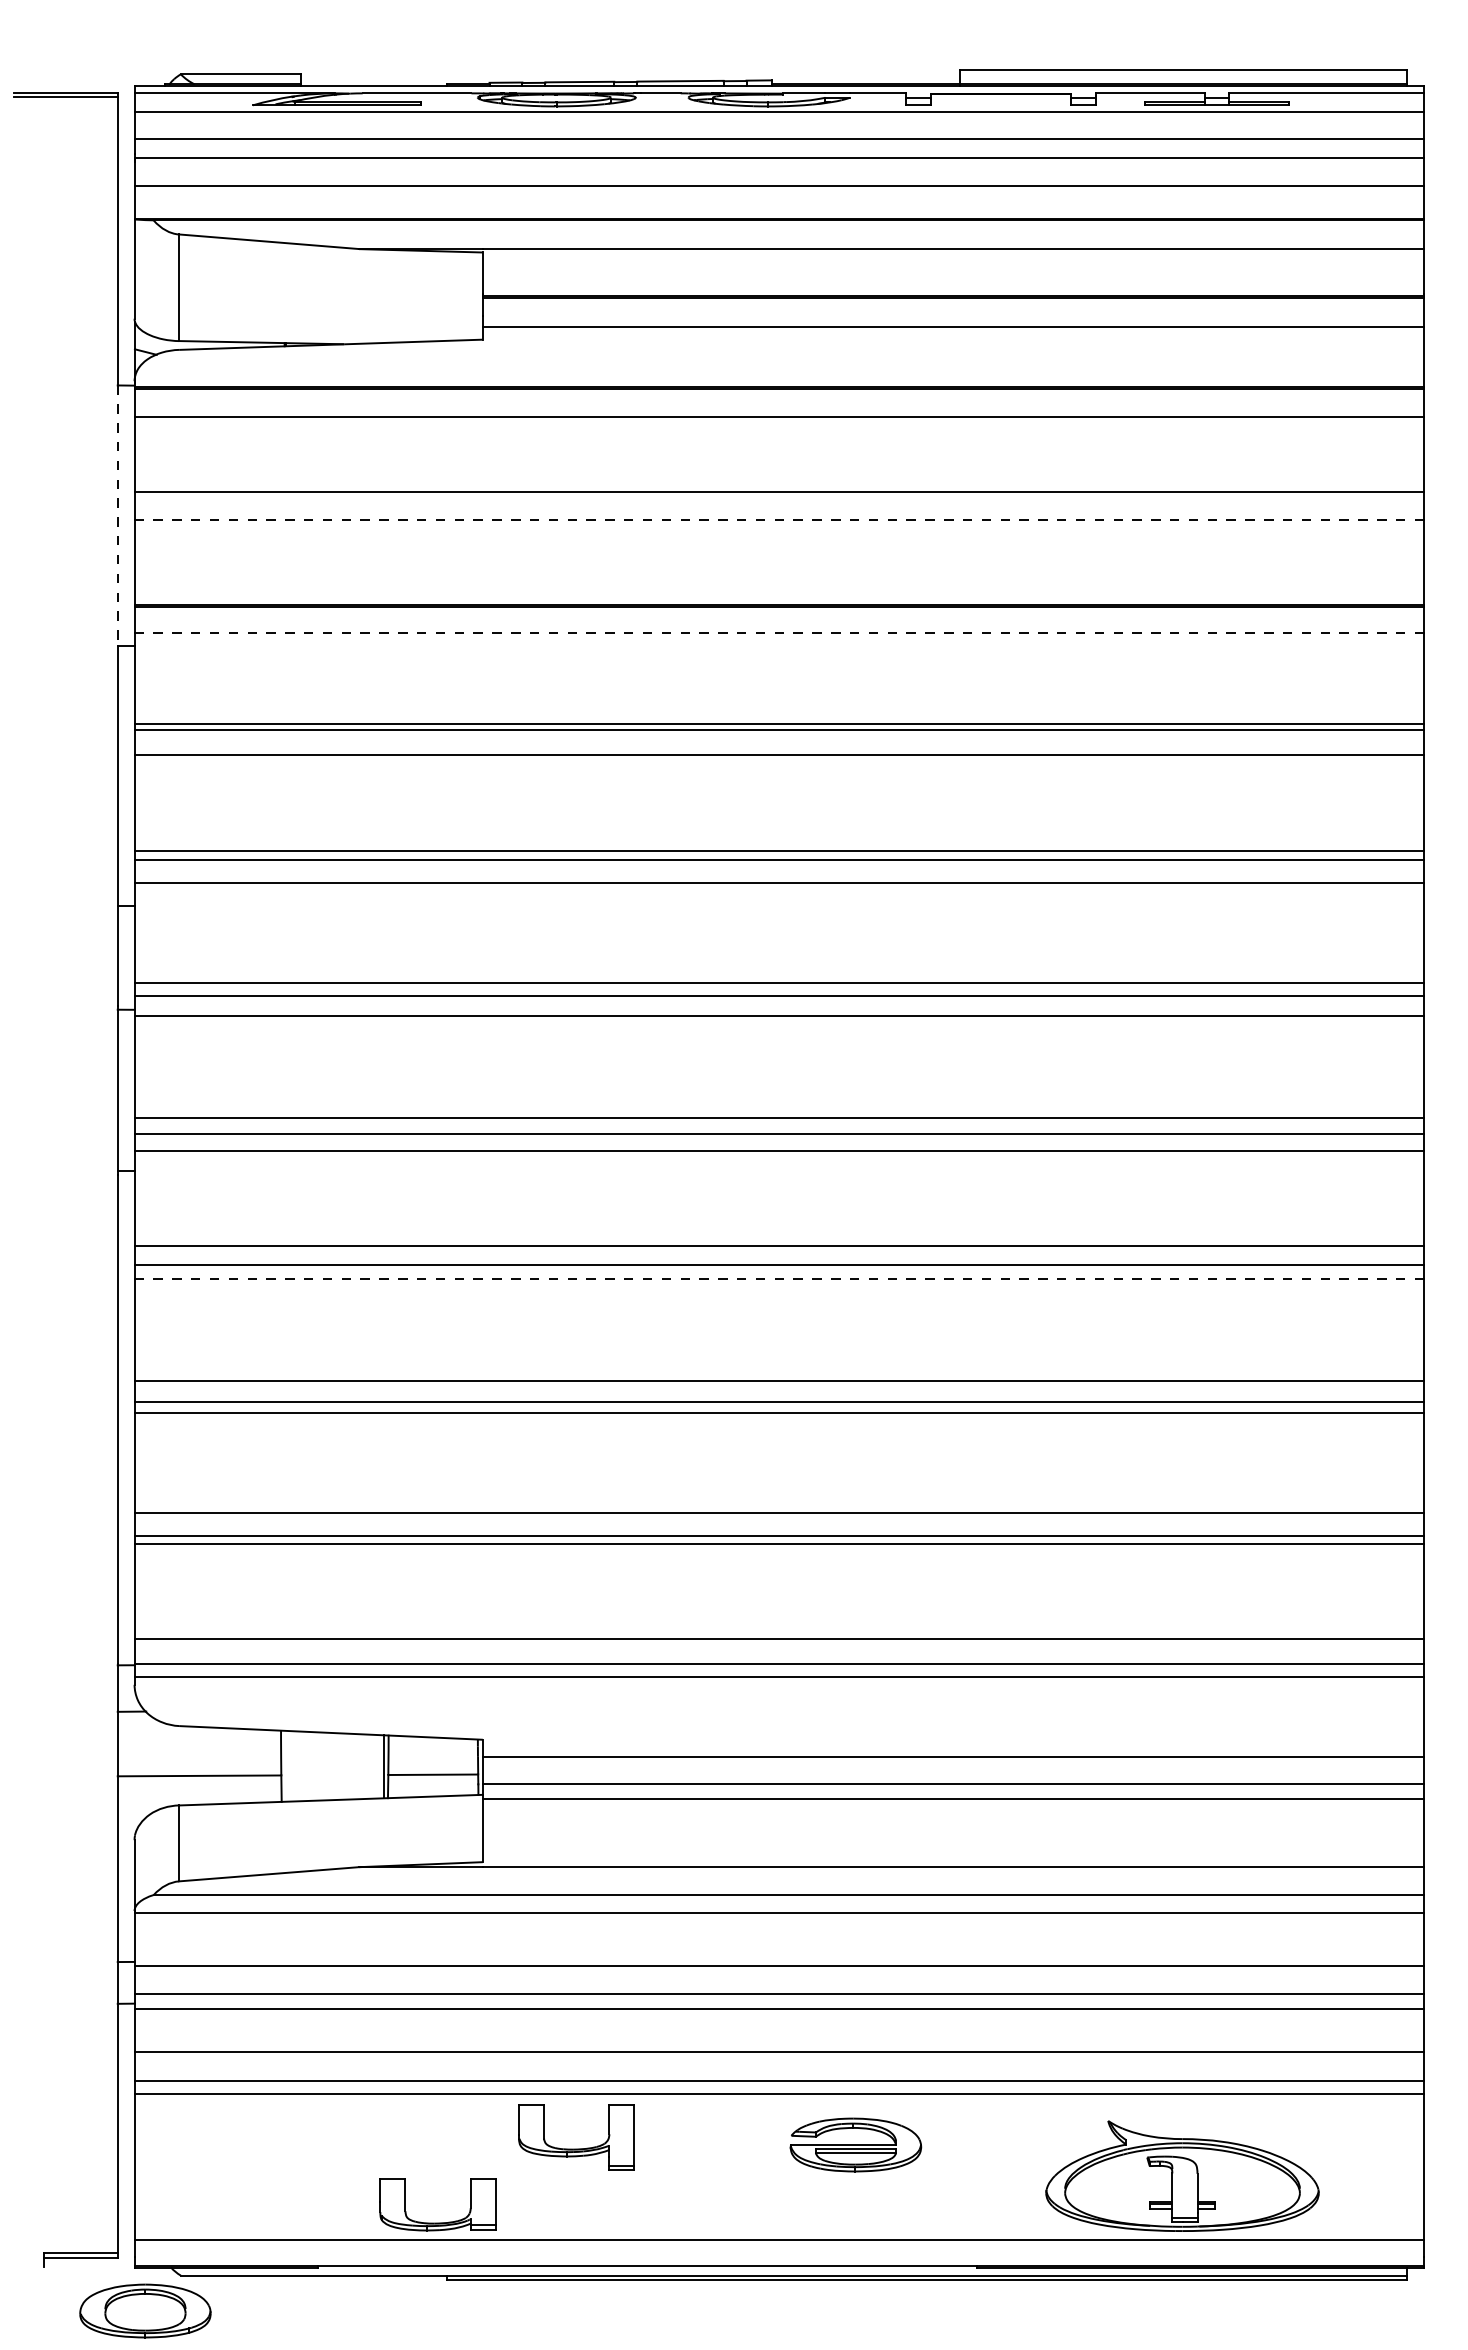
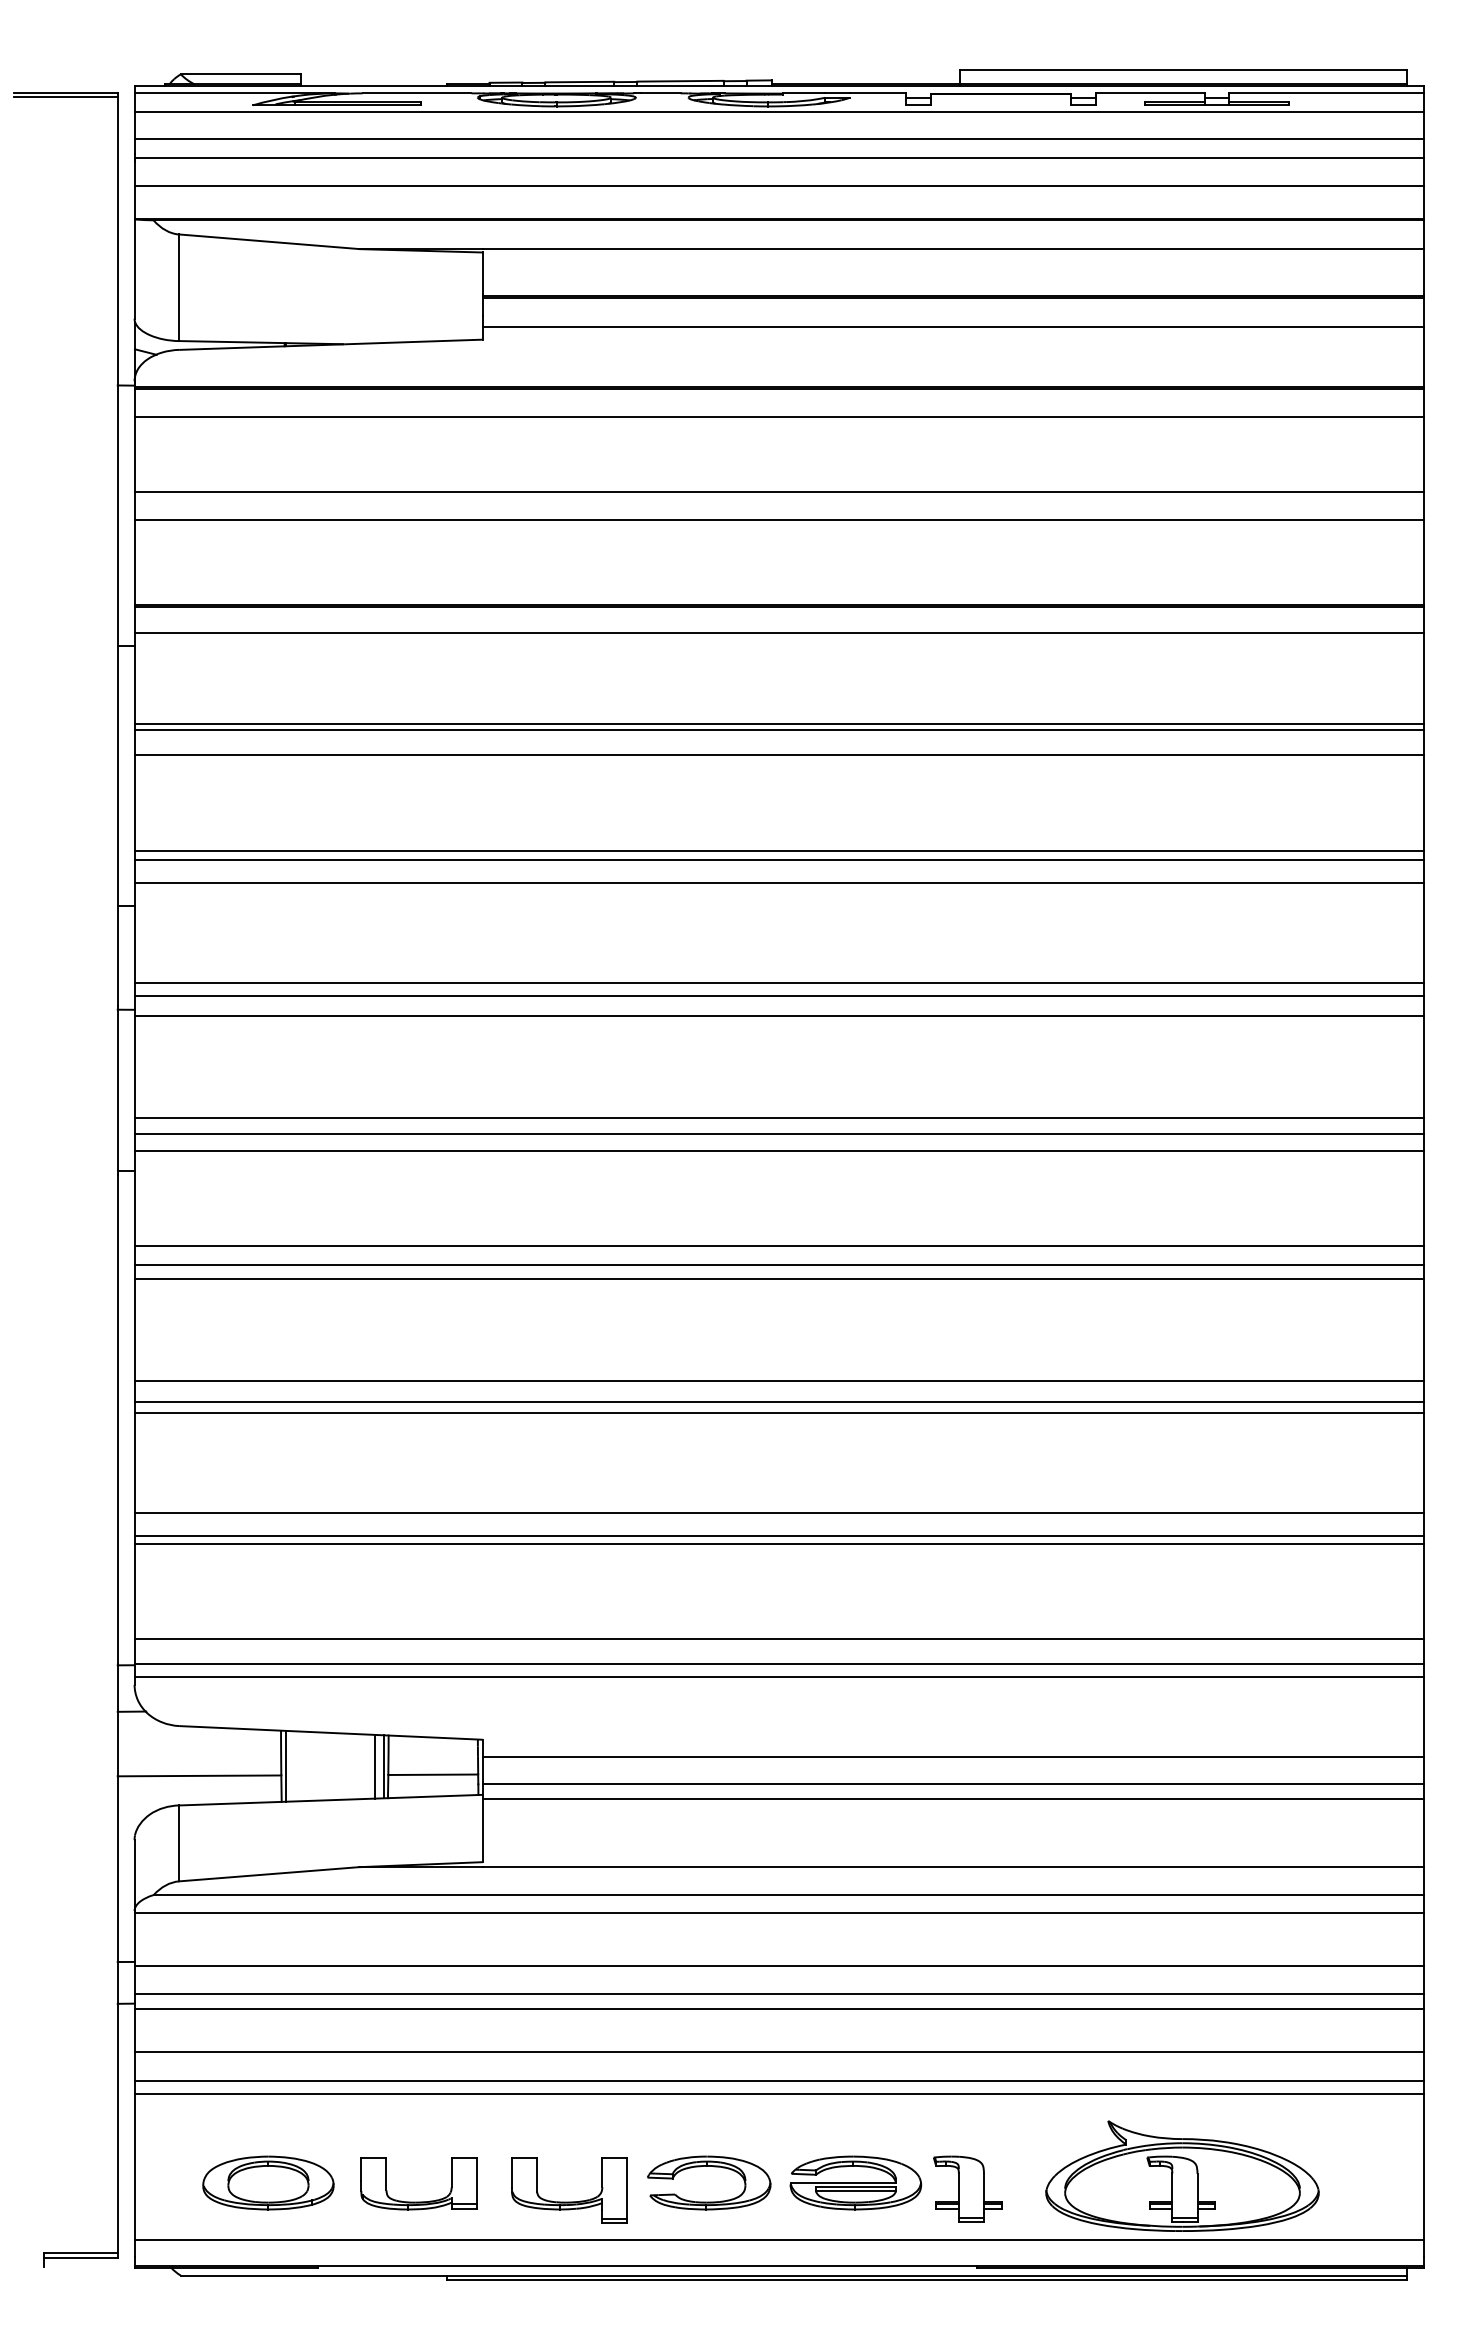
line at (117, 515): dashed -> solid
line at (779, 519): dashed -> solid
line at (779, 633): dashed -> solid
line at (779, 1279): dashed -> solid
line at (285, 1765): none -> present
line at (374, 1766): none -> present
part at (855, 2144) position: (855, 2144) -> (855, 2182)
part at (576, 2148) position: (576, 2148) -> (569, 2201)
part at (714, 2167): none -> present
part at (967, 2188): none -> present
part at (437, 2222) position: (437, 2222) -> (418, 2201)
part at (145, 2310) position: (145, 2310) -> (268, 2182)
